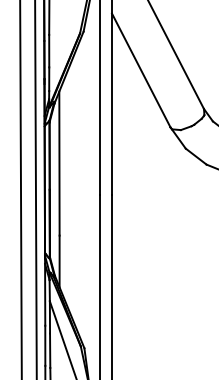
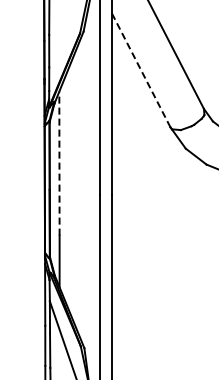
line at (141, 70): solid -> dashed
line at (59, 163): solid -> dashed
line at (20, 189): present -> none
line at (35, 189): present -> none
